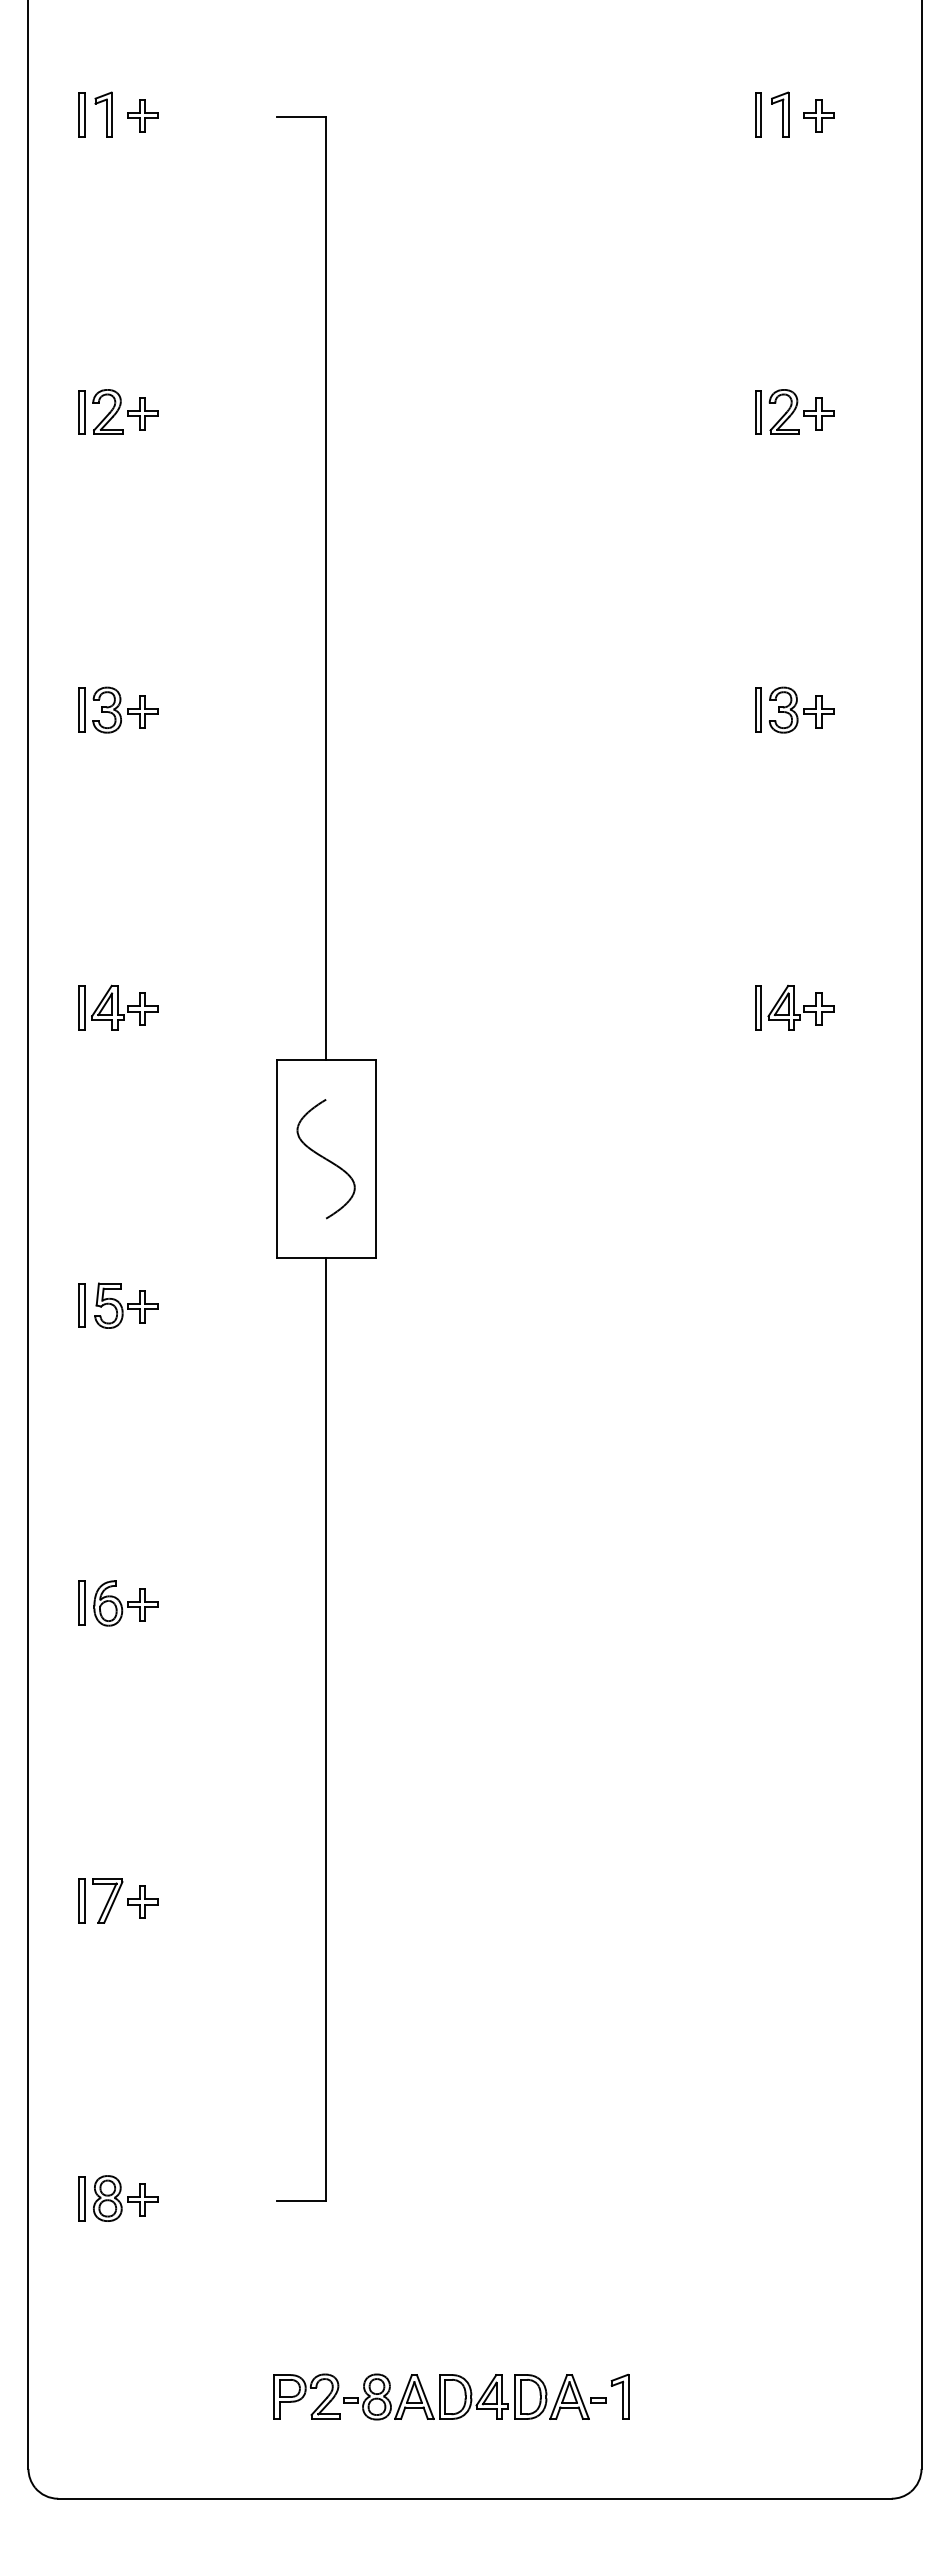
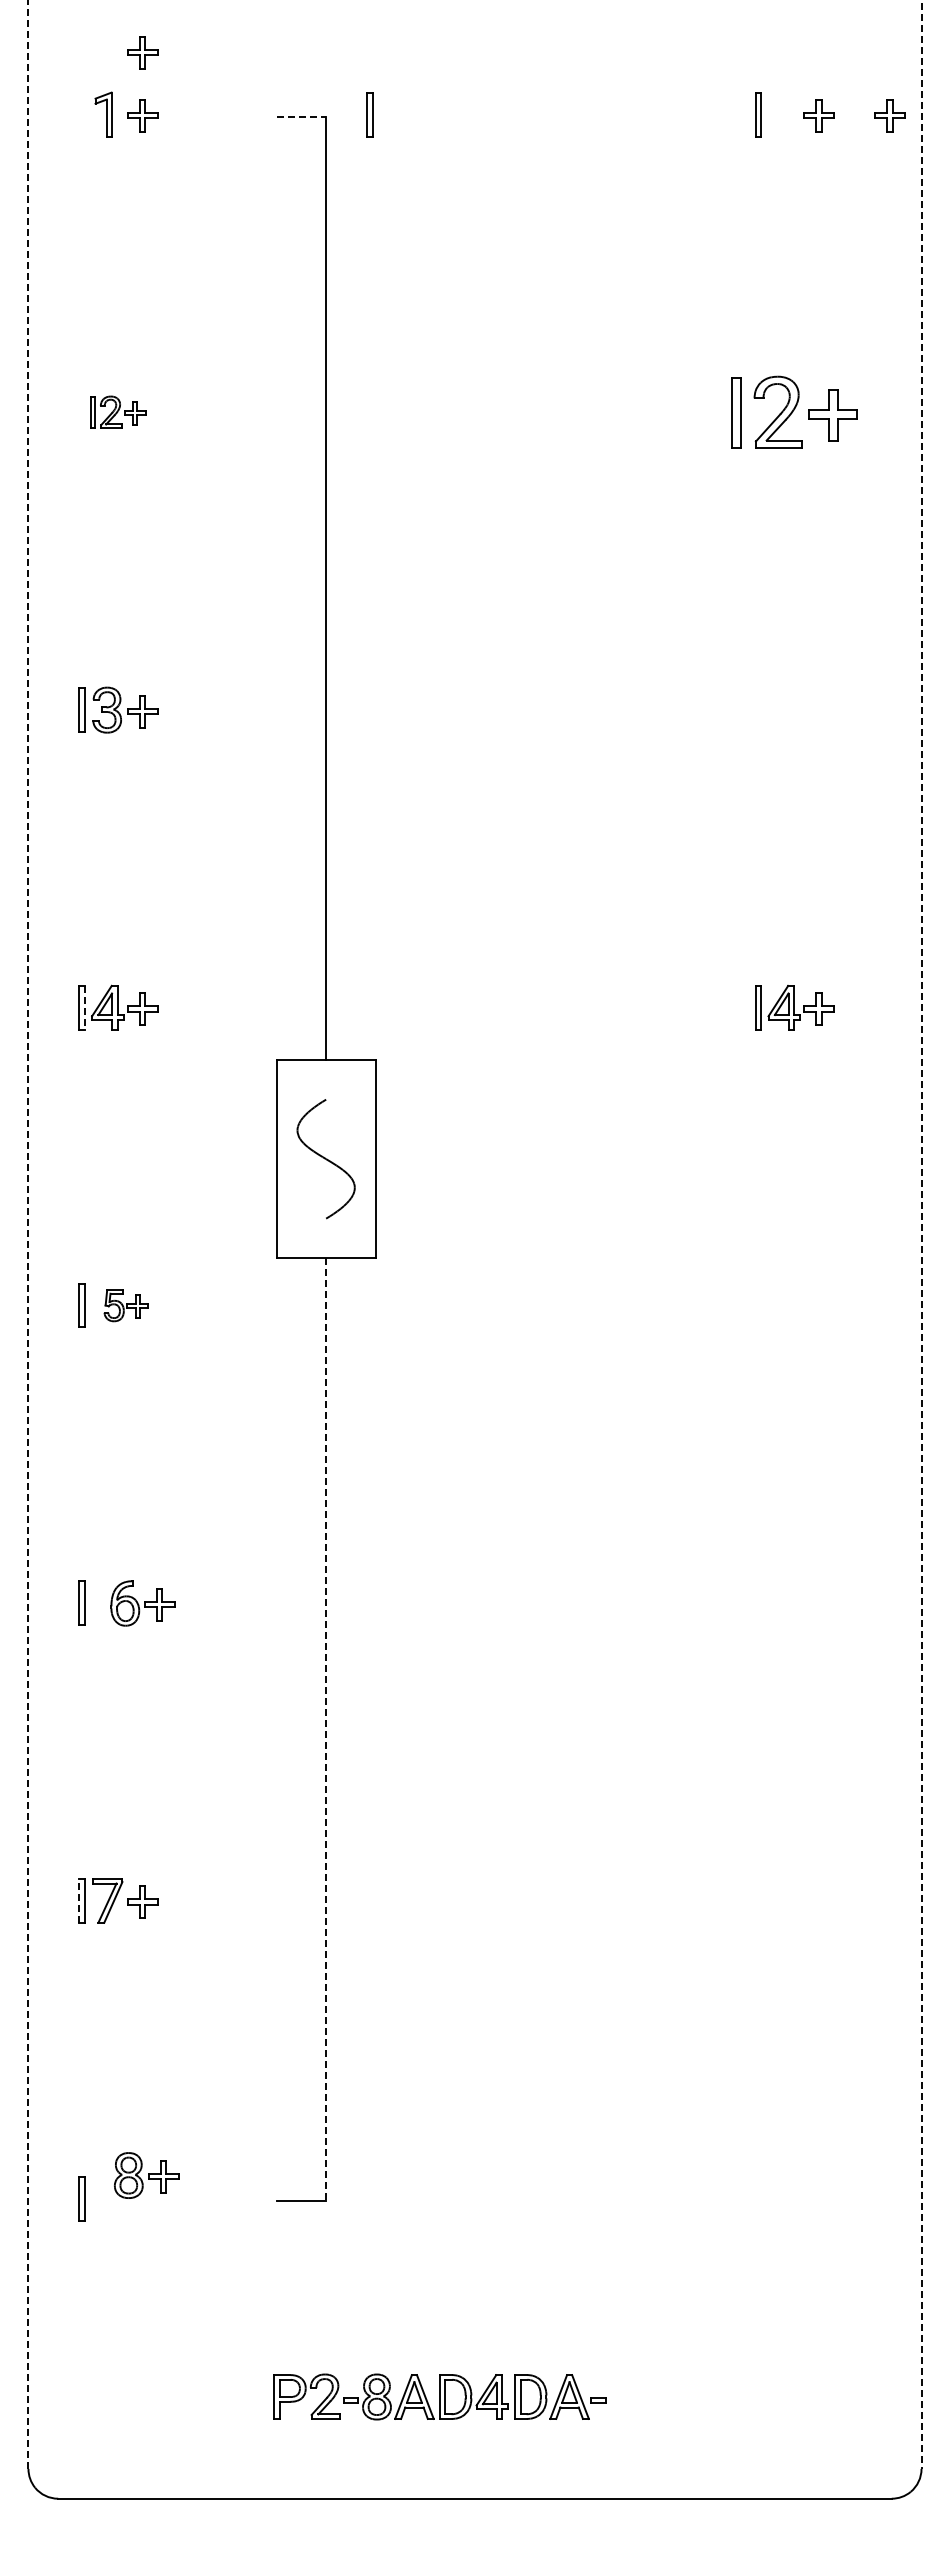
part at (142, 52): none -> present
part at (81, 114) position: (81, 114) -> (369, 114)
part at (780, 114): present -> none
part at (889, 115): none -> present
line at (301, 117): solid -> dashed
part at (118, 411) size: 81x46 px -> 57x34 px
part at (794, 411) size: 80x46 px -> 127x74 px
part at (794, 709): present -> none
line at (85, 1007): solid -> dashed
line at (28, 1234): solid -> dashed
line at (921, 1235): solid -> dashed
part at (126, 1305) size: 65x47 px -> 46x34 px
part at (125, 1603) position: (125, 1603) -> (142, 1603)
line at (326, 1730): solid -> dashed
line at (79, 1900): solid -> dashed
part at (125, 2198) position: (125, 2198) -> (146, 2175)
part at (619, 2396): present -> none
